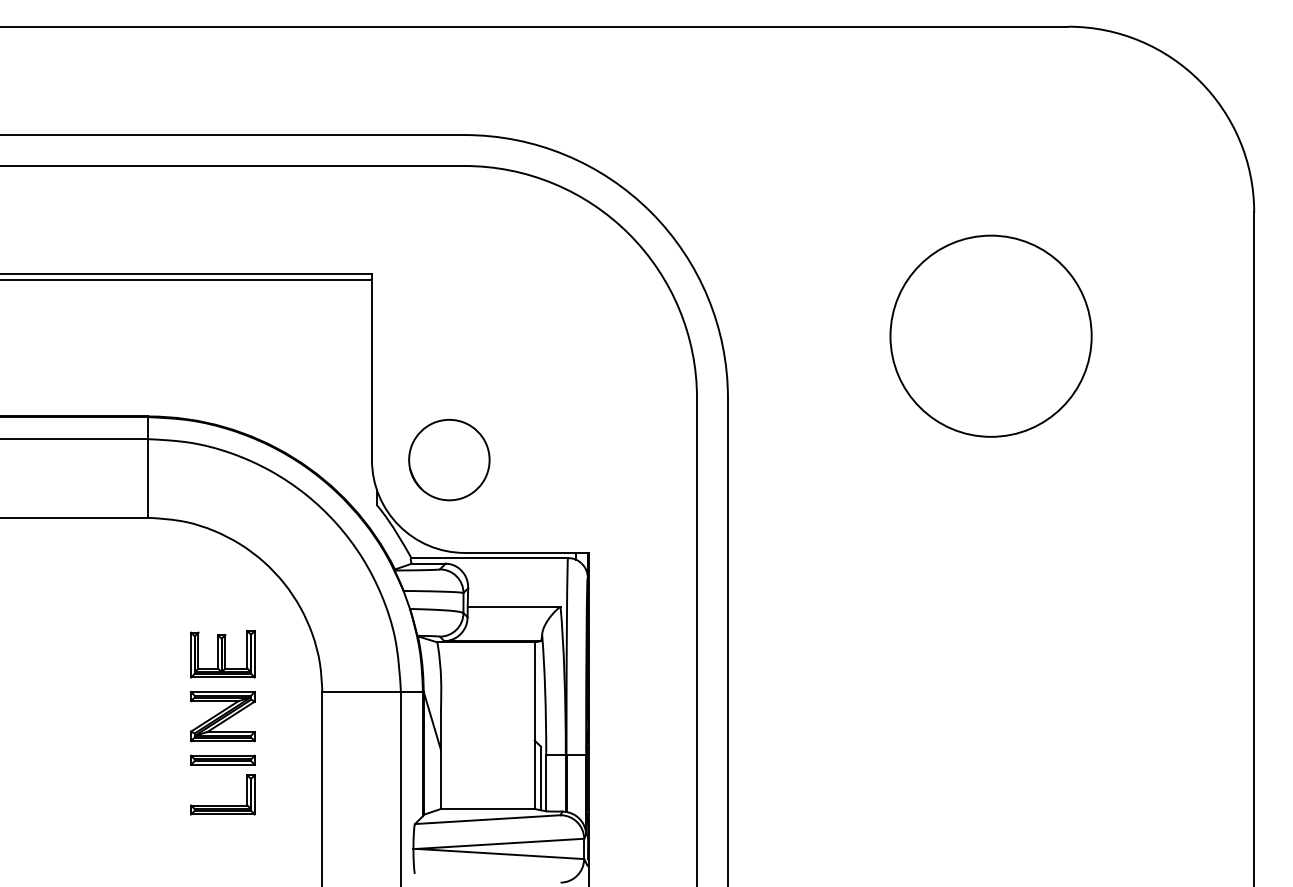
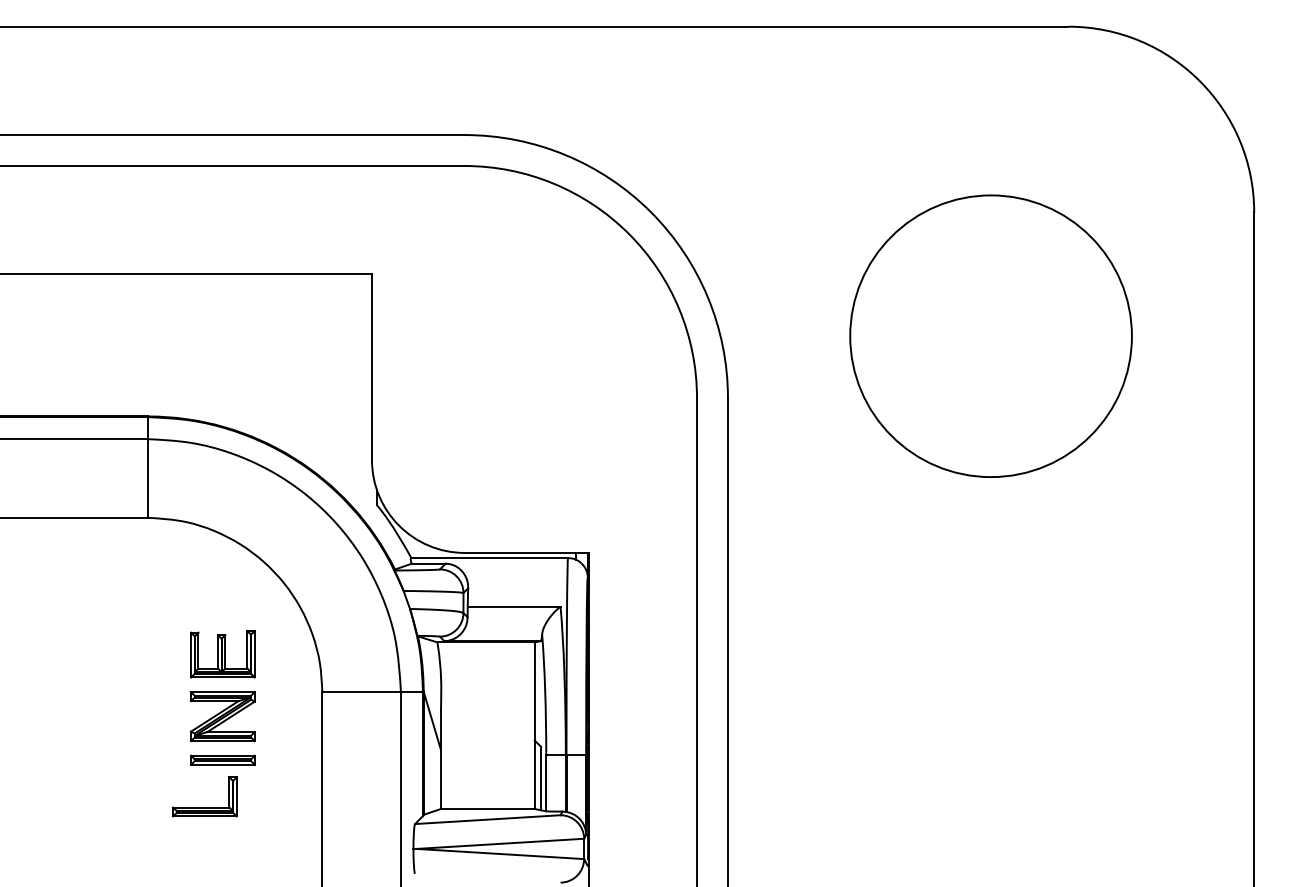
line at (186, 279): present -> none
circle at (990, 335) diameter: 201 px -> 282 px
circle at (449, 460): present -> none
part at (222, 805) position: (222, 805) -> (204, 807)
